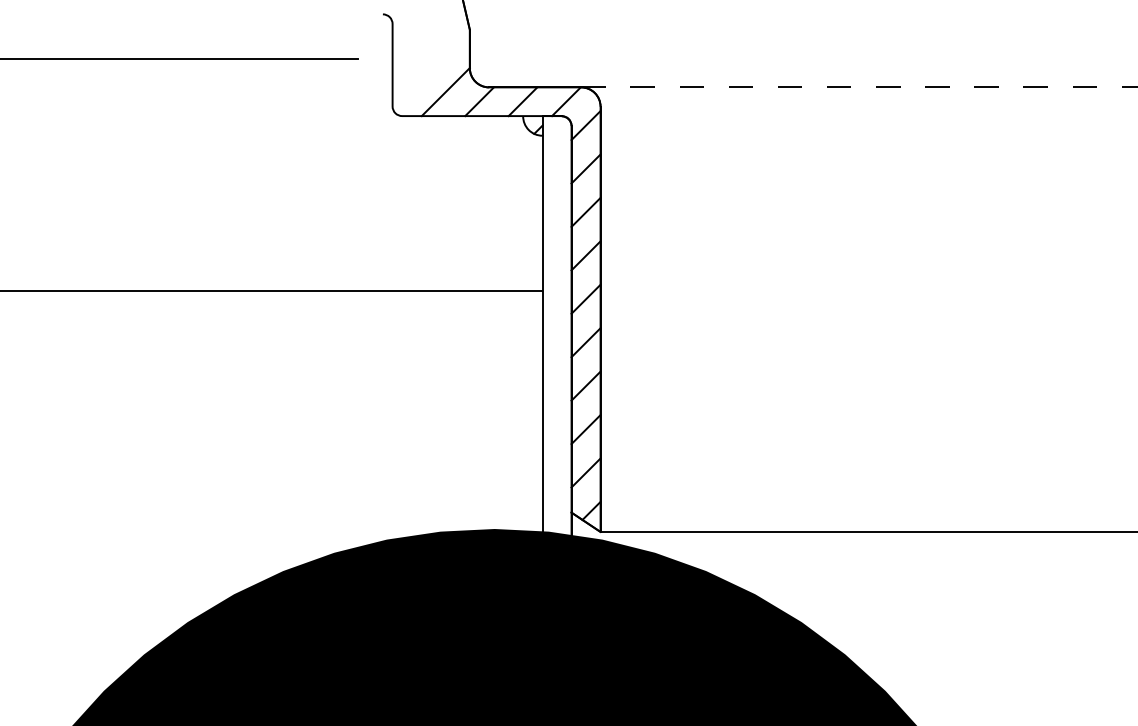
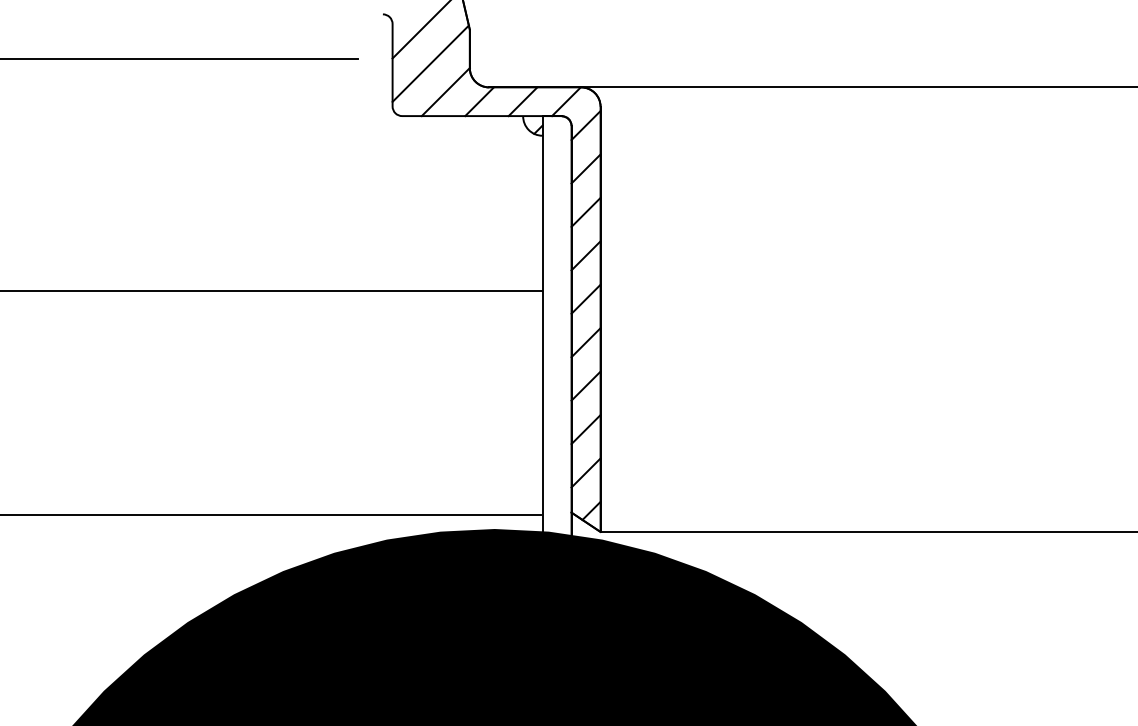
line at (420, 30): none -> present
line at (430, 63): none -> present
line at (859, 87): dashed -> solid
line at (271, 515): none -> present
